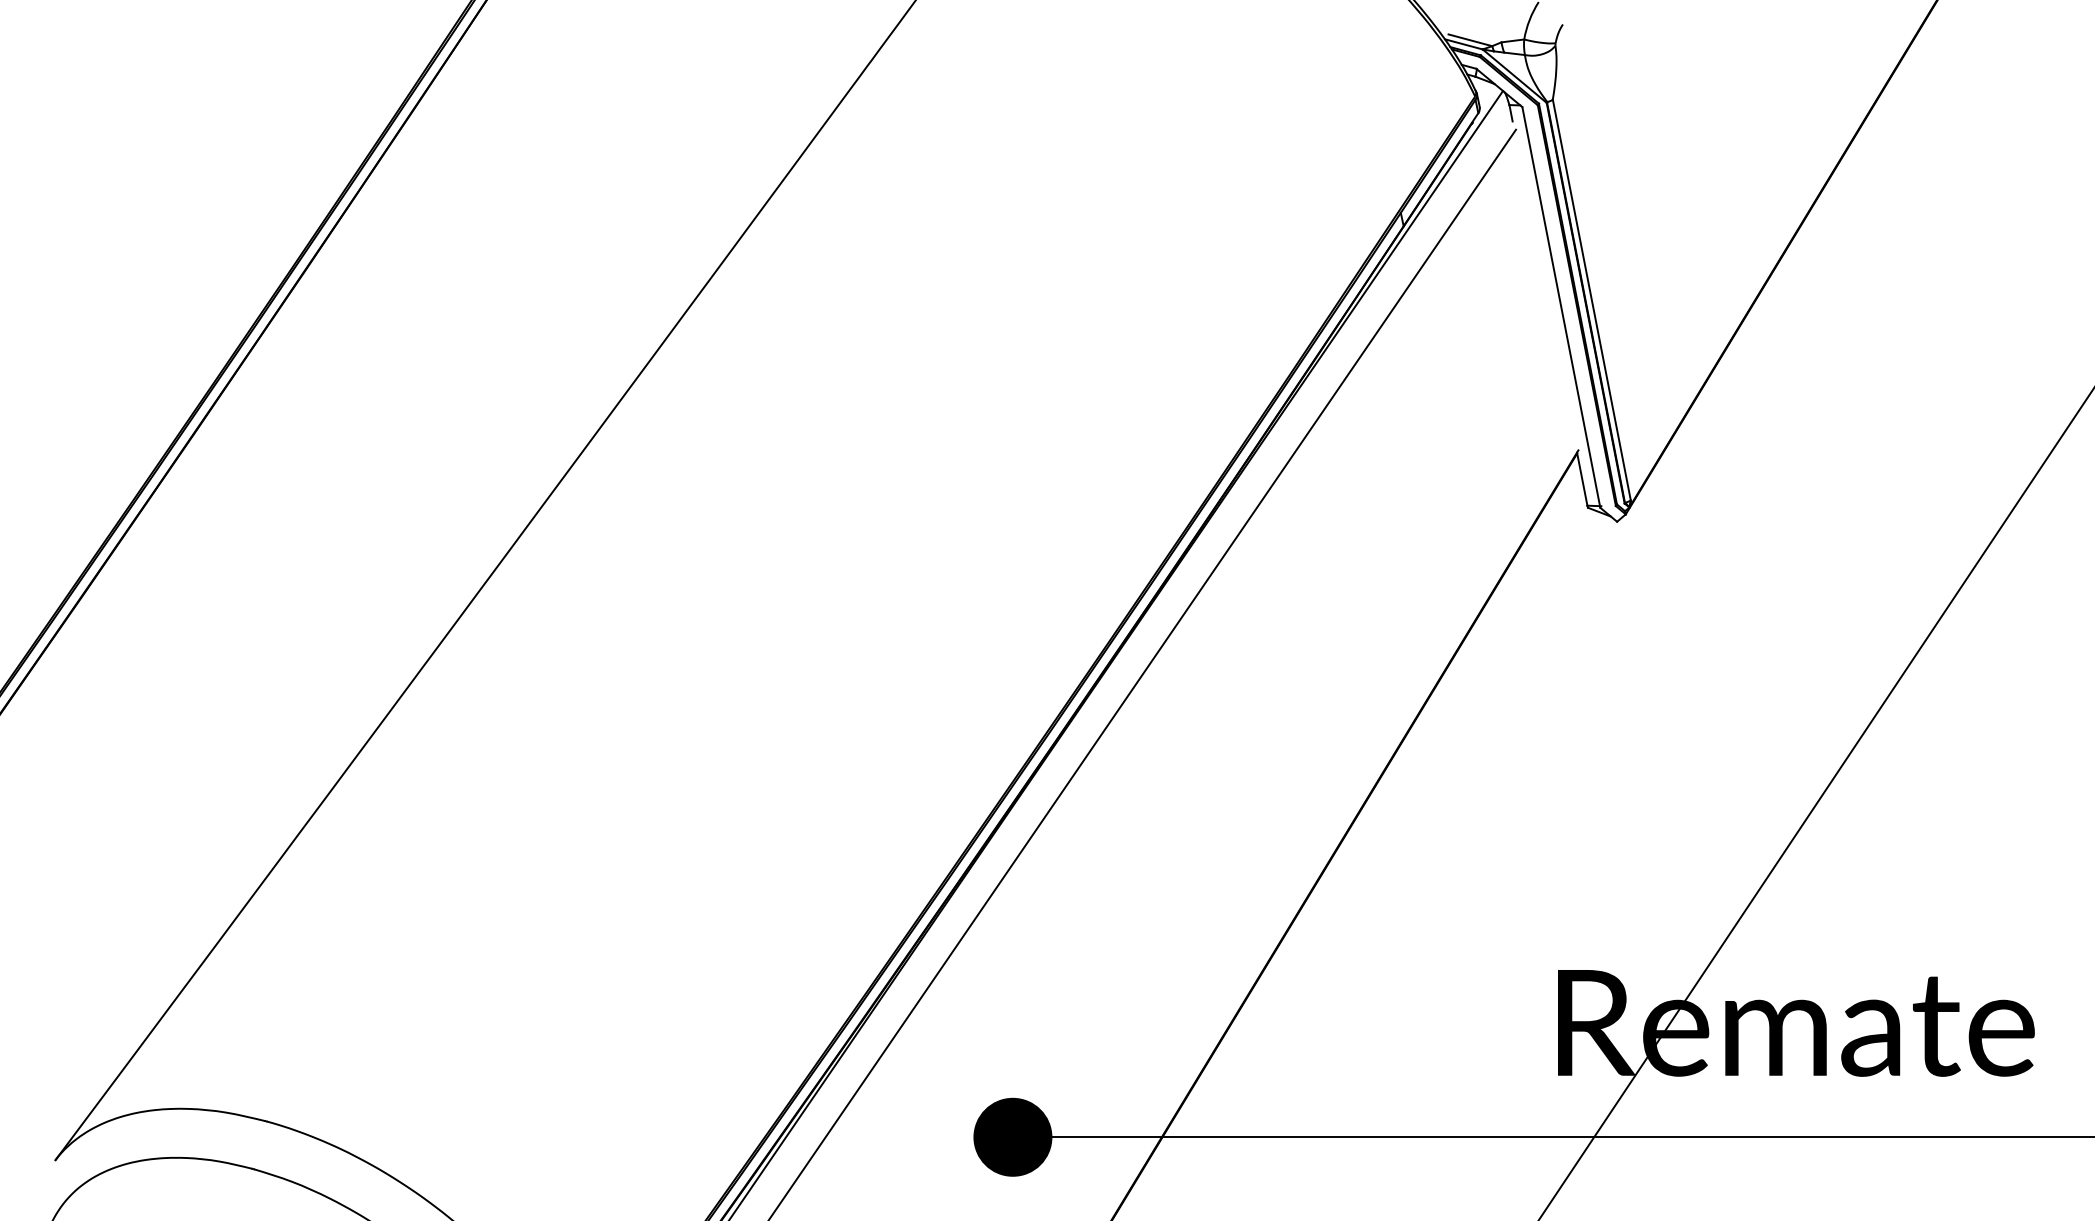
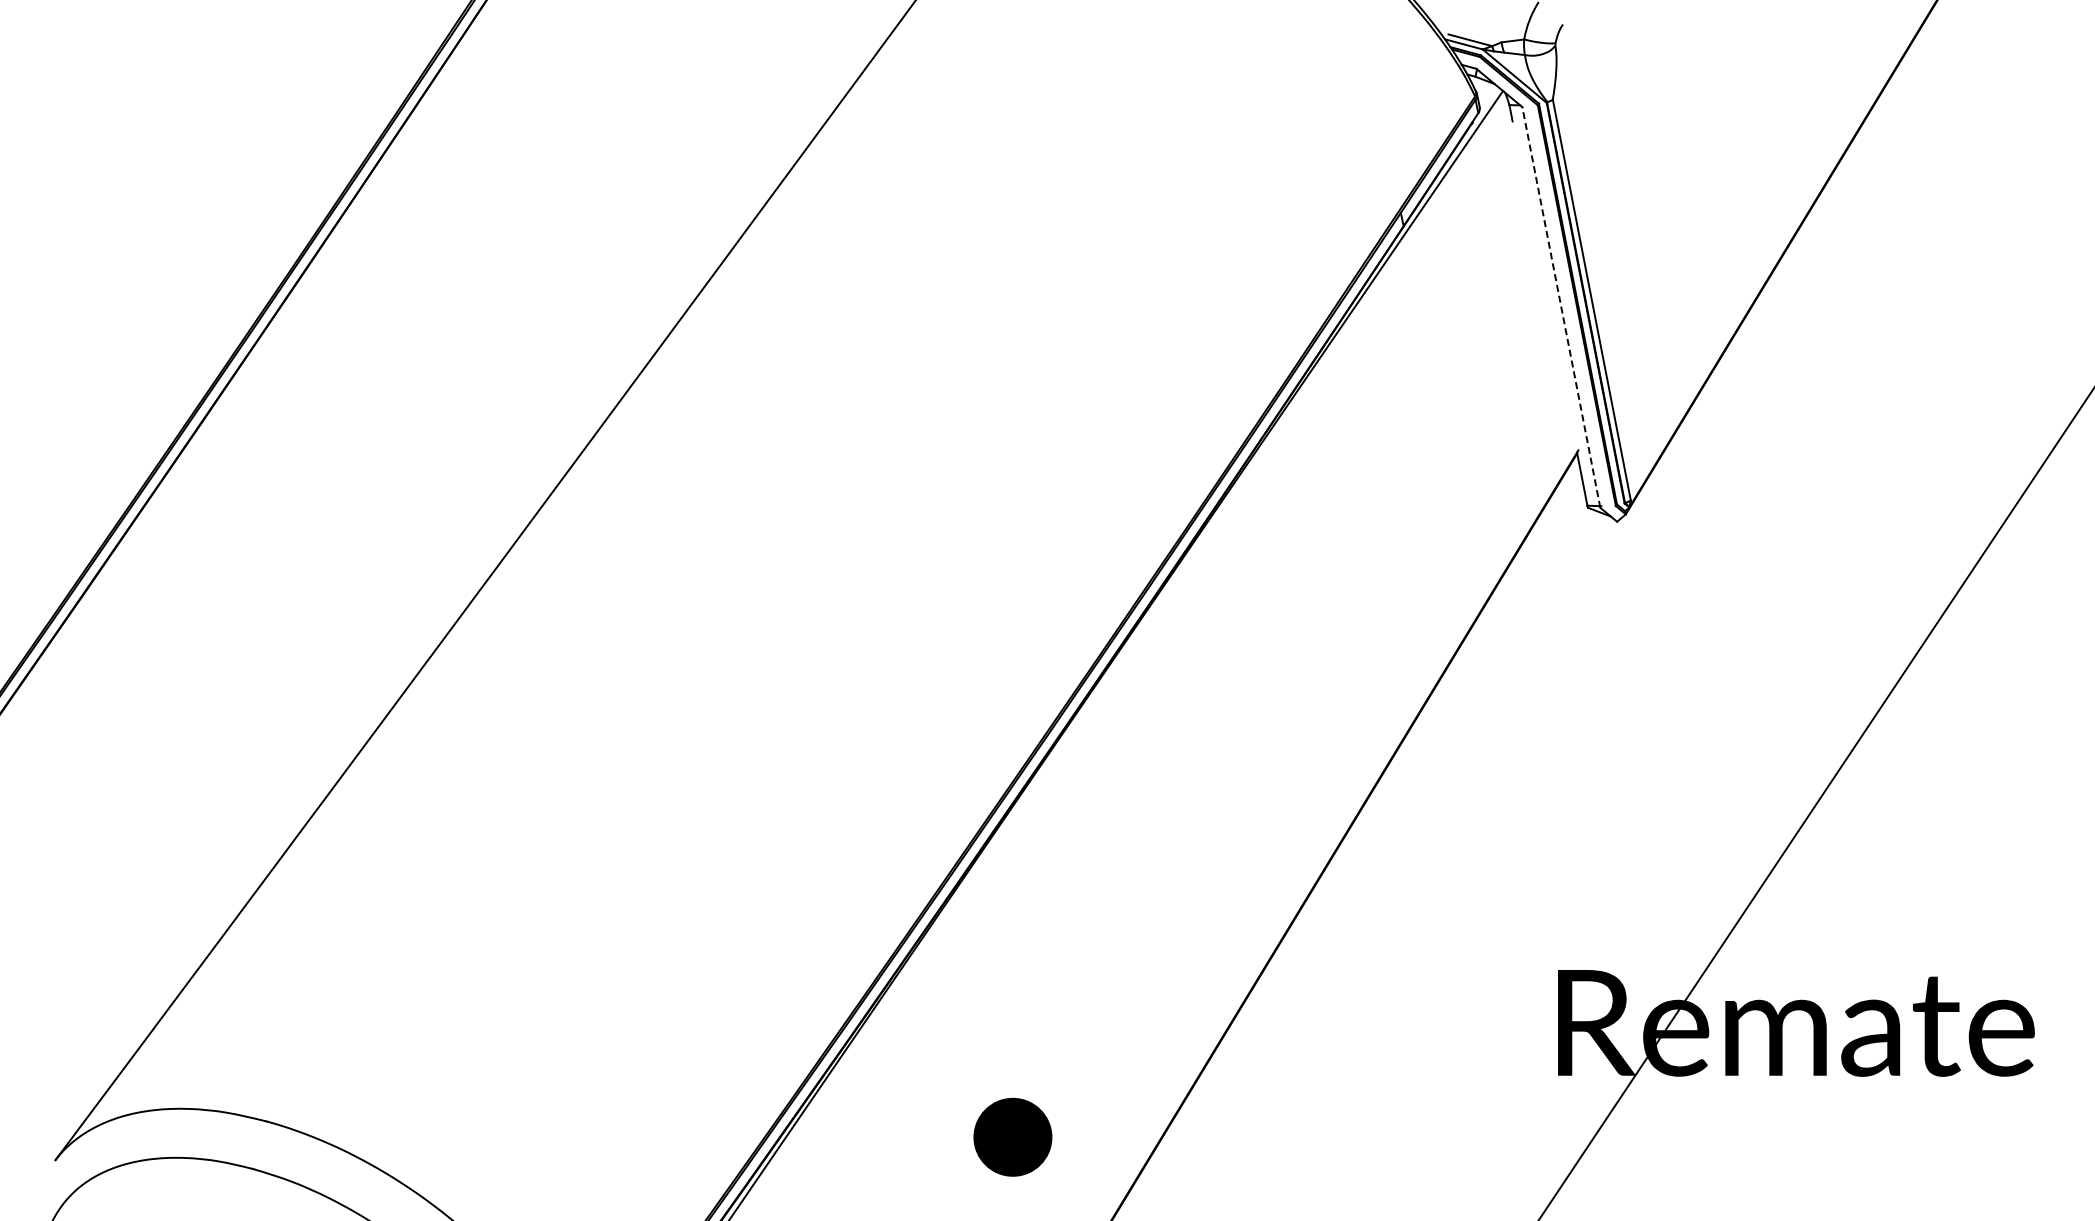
line at (1561, 306): solid -> dashed
line at (1143, 673): present -> none
line at (1551, 1137): present -> none
